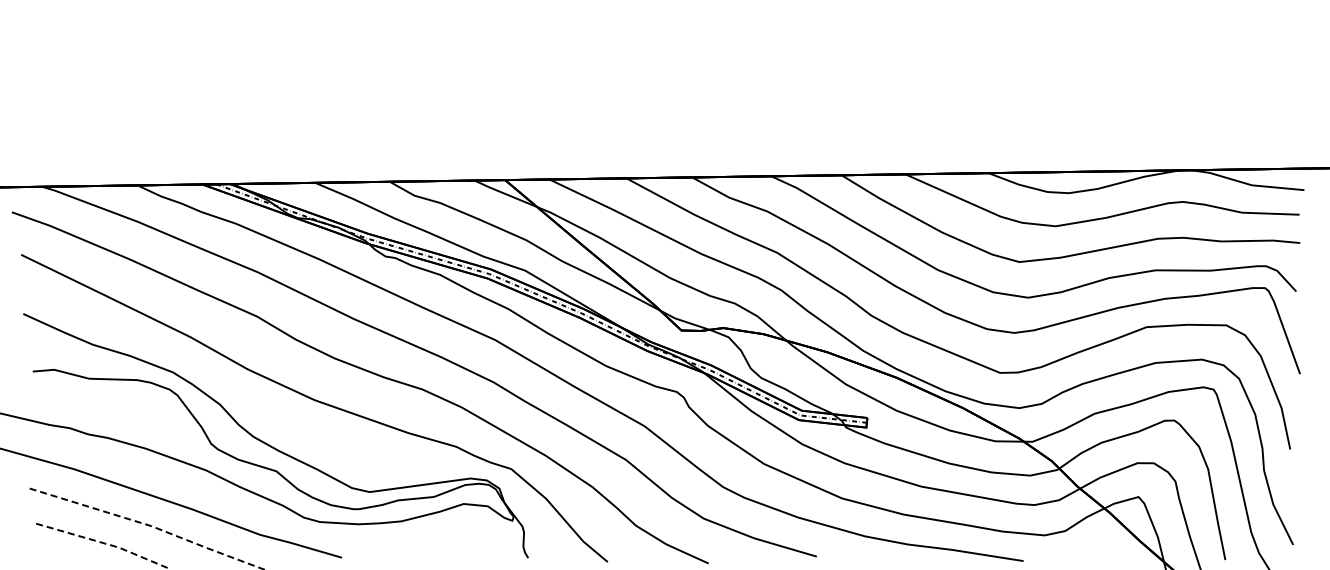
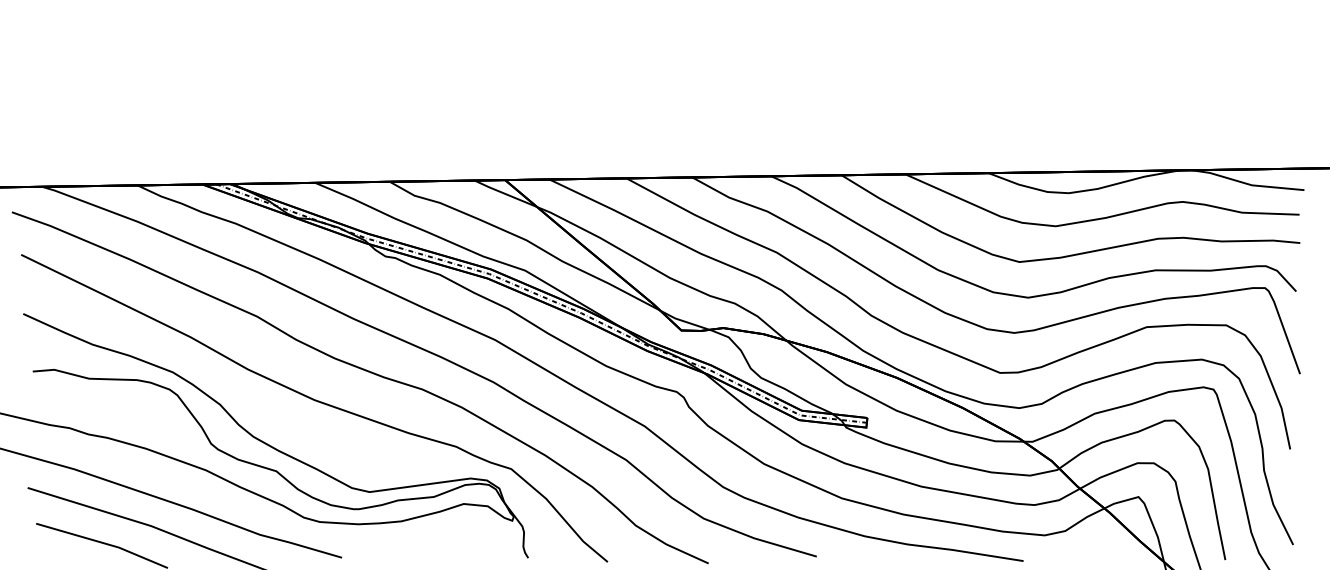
line at (148, 525): dashed -> solid
line at (103, 543): dashed -> solid
